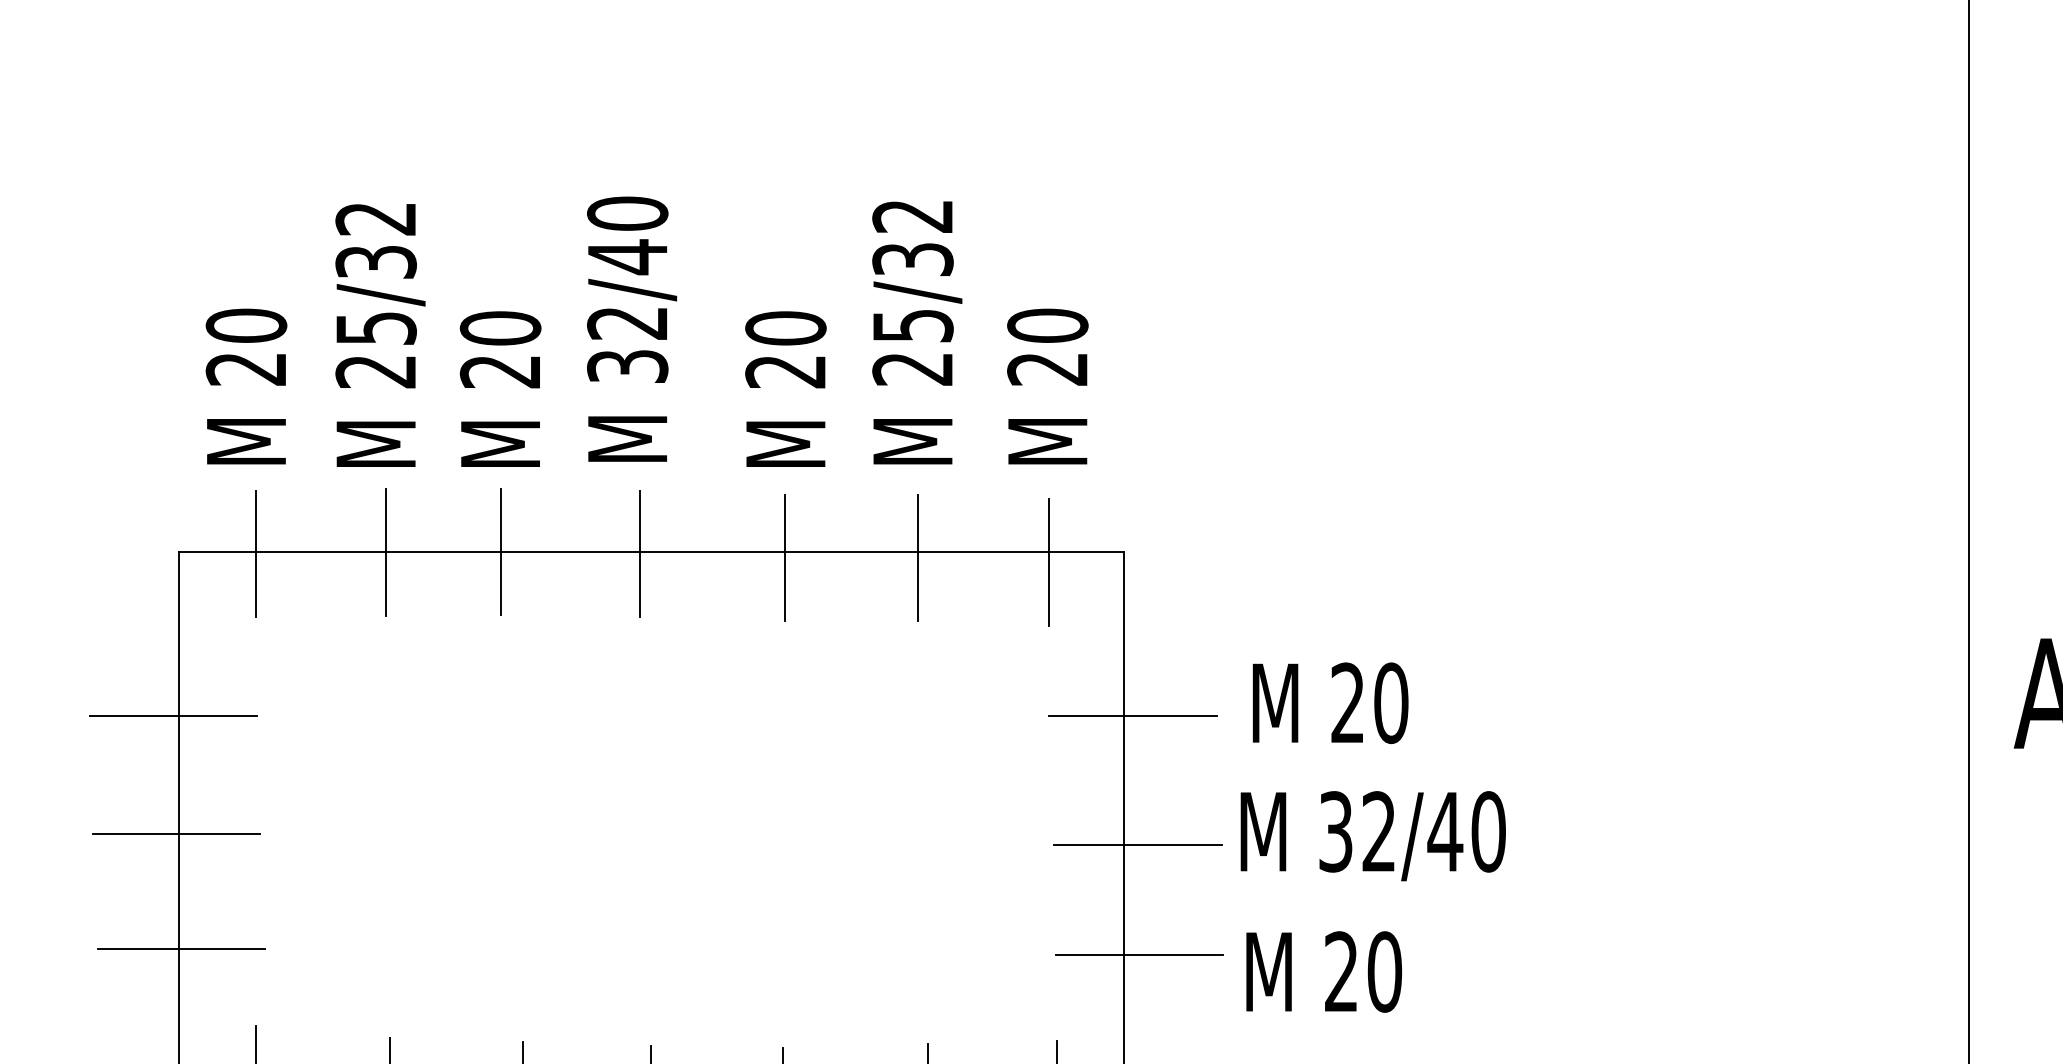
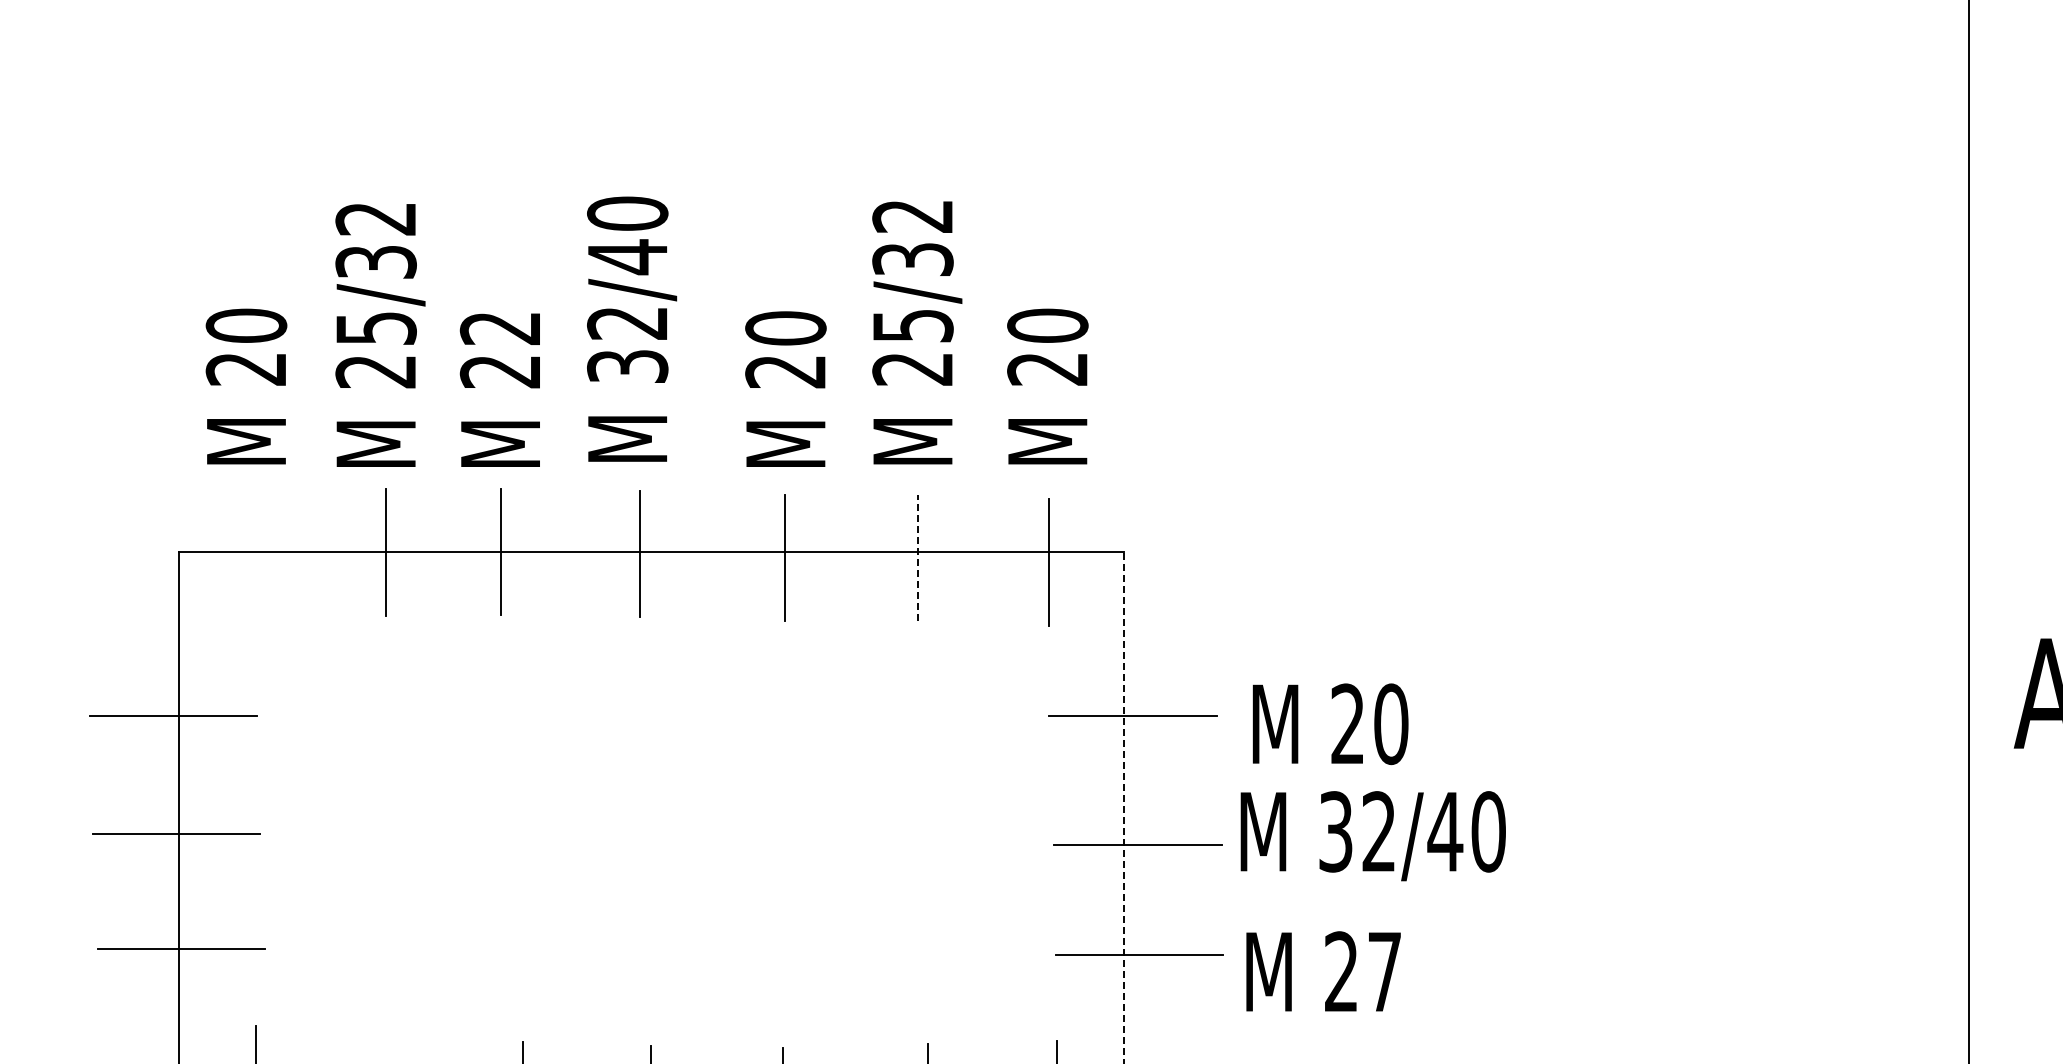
text at (500, 328): 20 -> 22
line at (256, 553): present -> none
line at (918, 557): solid -> dashed
text at (1330, 703) position: (1330, 703) -> (1330, 724)
line at (1123, 807): solid -> dashed
text at (1384, 971): 20 -> 27
line at (389, 1048): present -> none
